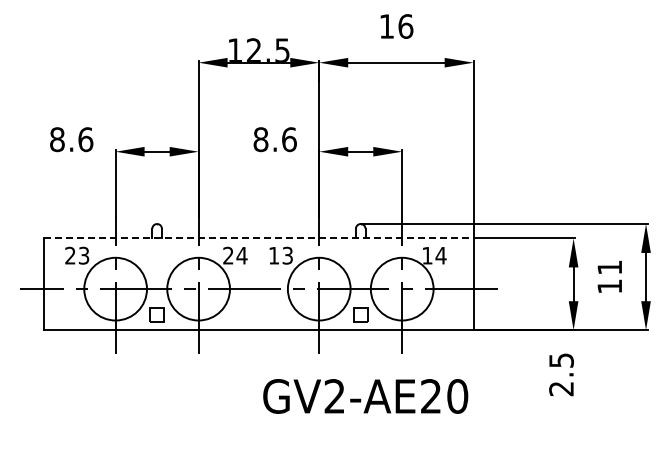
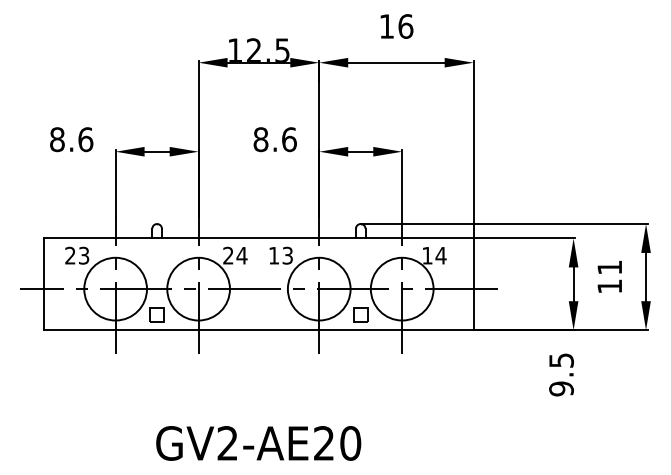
line at (258, 238): dashed -> solid
text at (561, 388): 2.5 -> 9.5
text at (365, 396) position: (365, 396) -> (258, 443)
